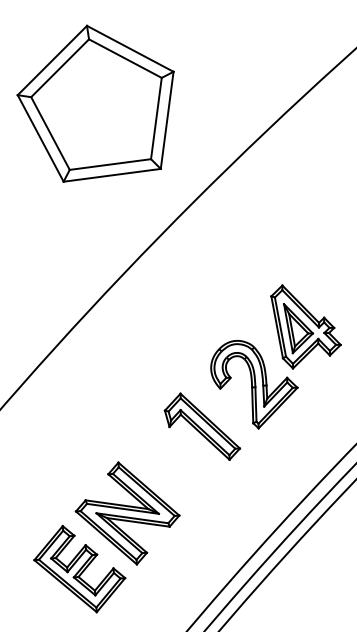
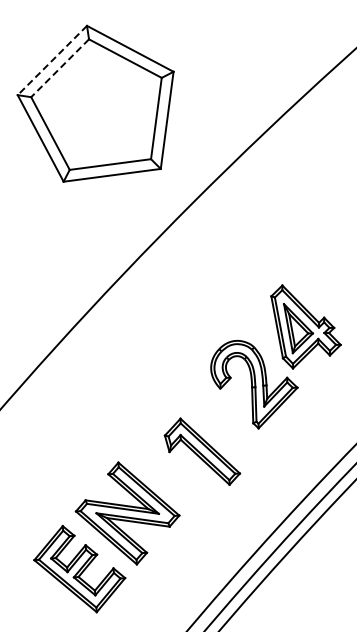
line at (52, 60): solid -> dashed
line at (60, 68): solid -> dashed
part at (202, 426) position: (202, 426) -> (202, 451)
